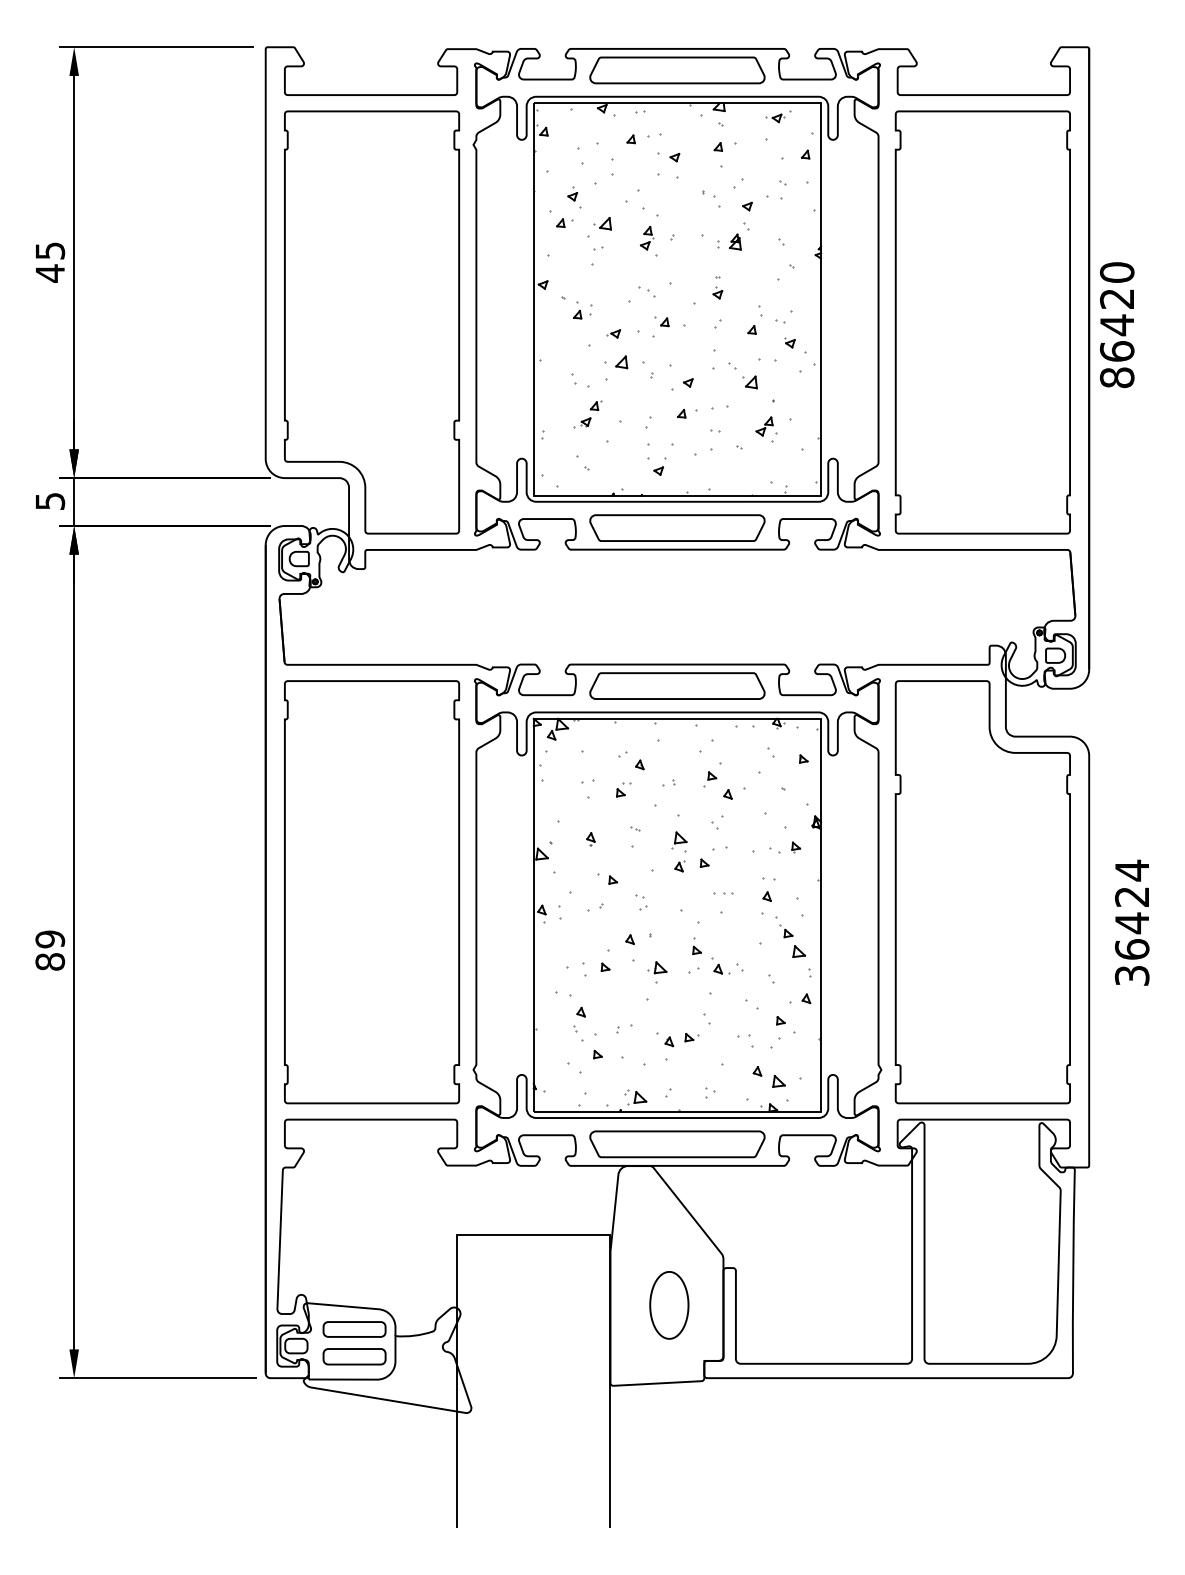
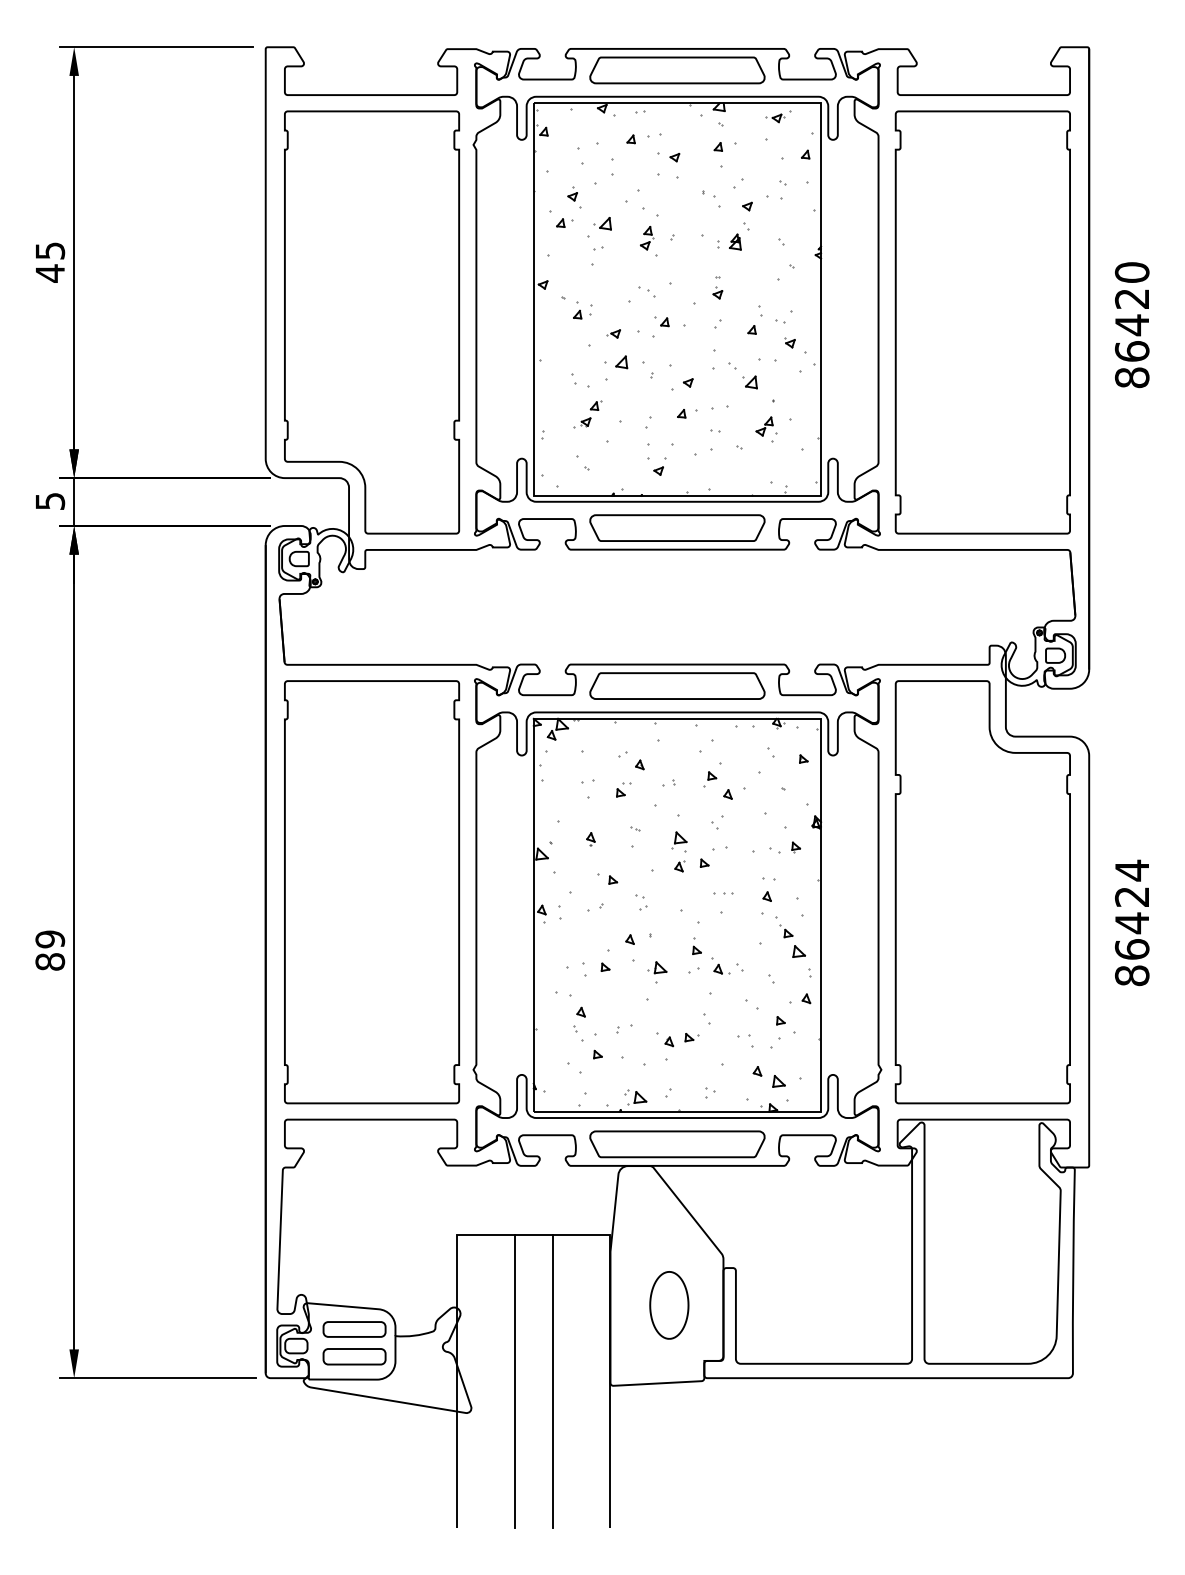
text at (1117, 325) position: (1117, 325) -> (1132, 325)
text at (1132, 975): 36424 -> 86424
line at (514, 1380): none -> present
line at (552, 1380): none -> present
